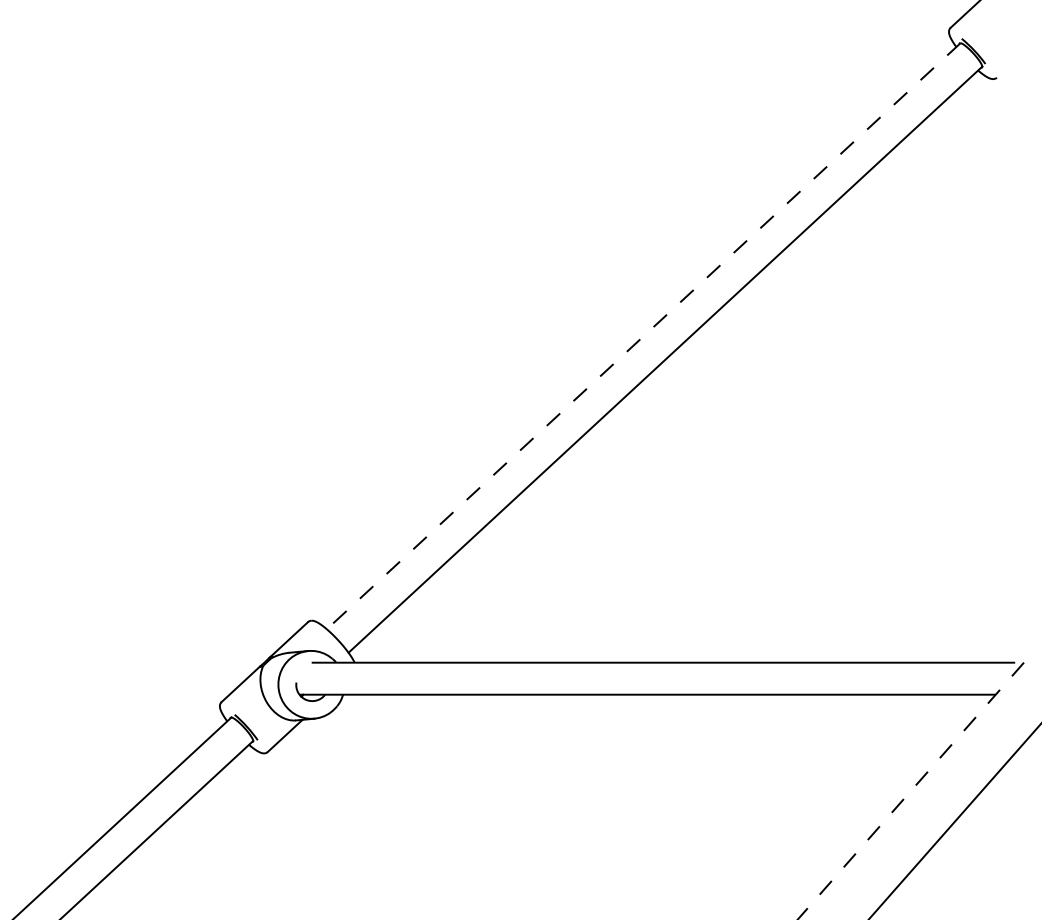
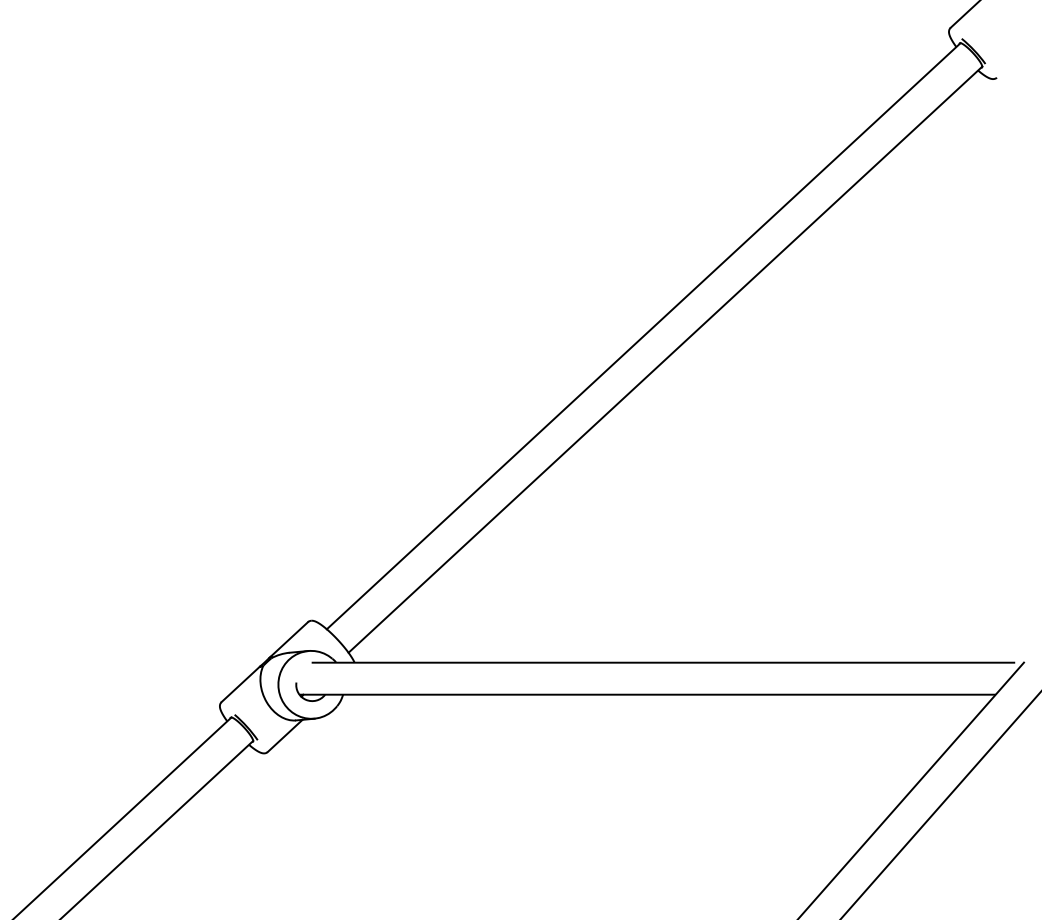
line at (643, 336): dashed -> solid
line at (910, 791): dashed -> solid
line at (954, 821) position: (954, 821) -> (940, 805)
